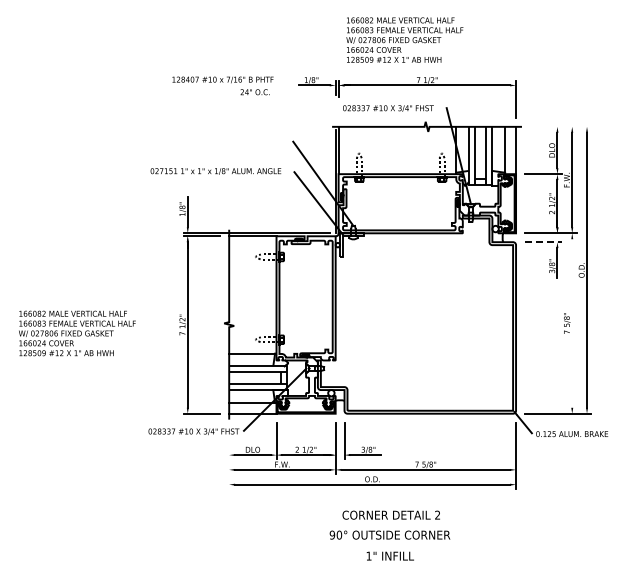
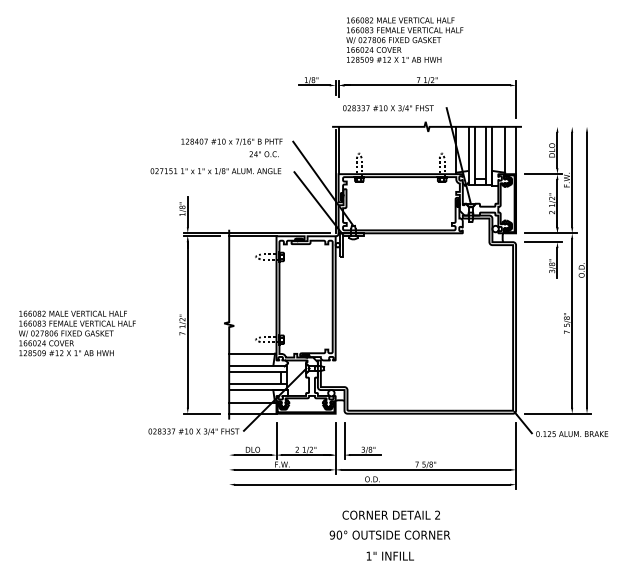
text at (222, 85) position: (222, 85) -> (231, 147)
line at (543, 242): dashed -> solid
line at (572, 323): none -> present
